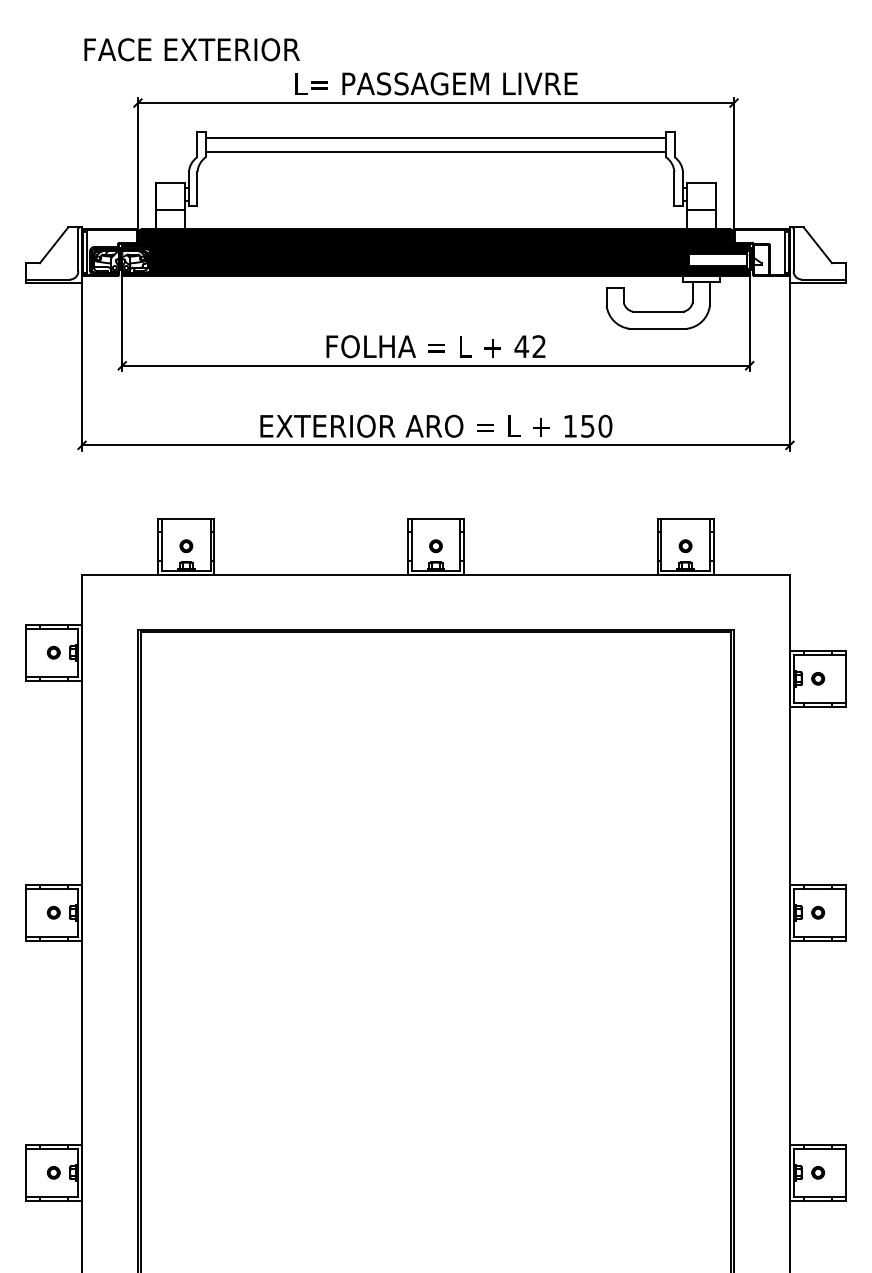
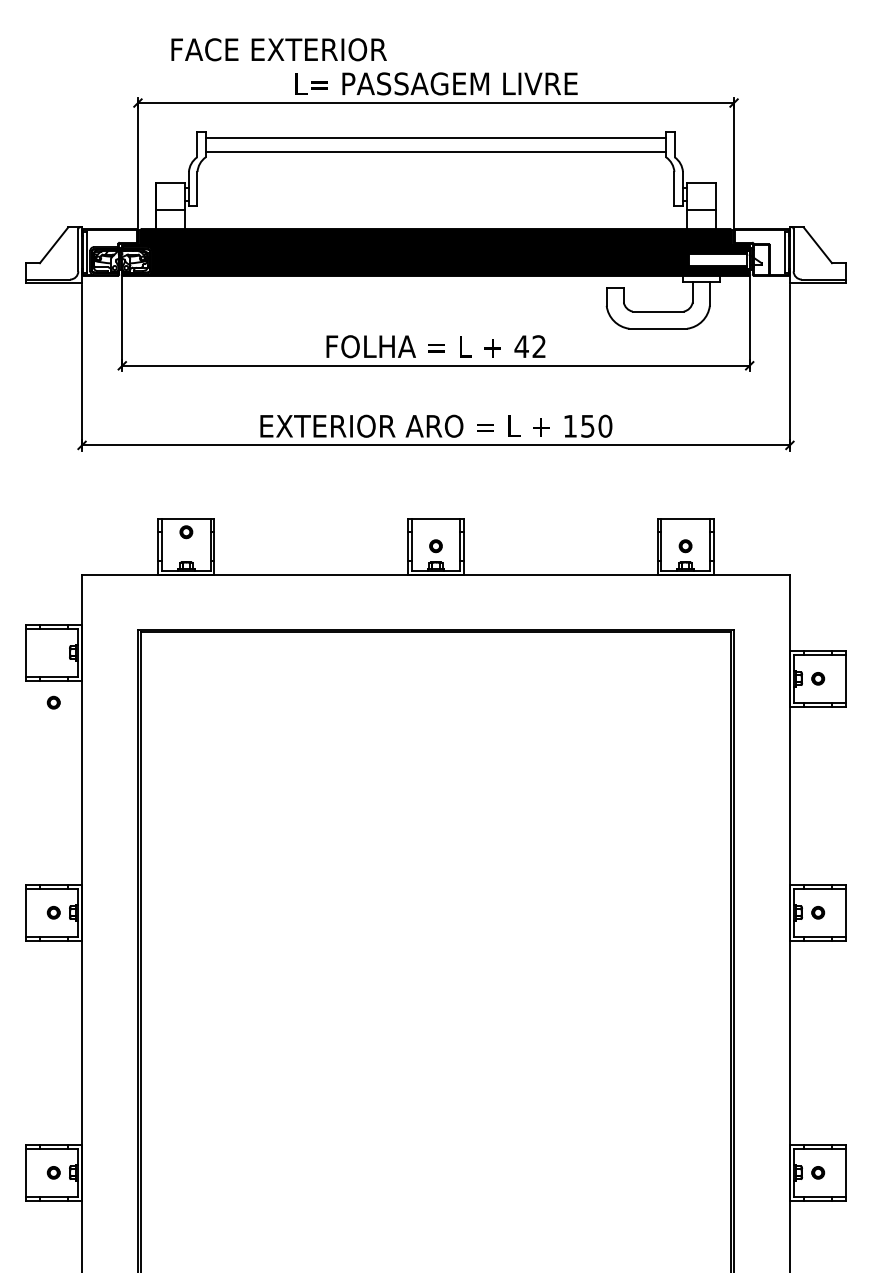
text at (191, 49) position: (191, 49) -> (278, 49)
part at (186, 546) position: (186, 546) -> (186, 532)
part at (53, 652) position: (53, 652) -> (53, 702)
